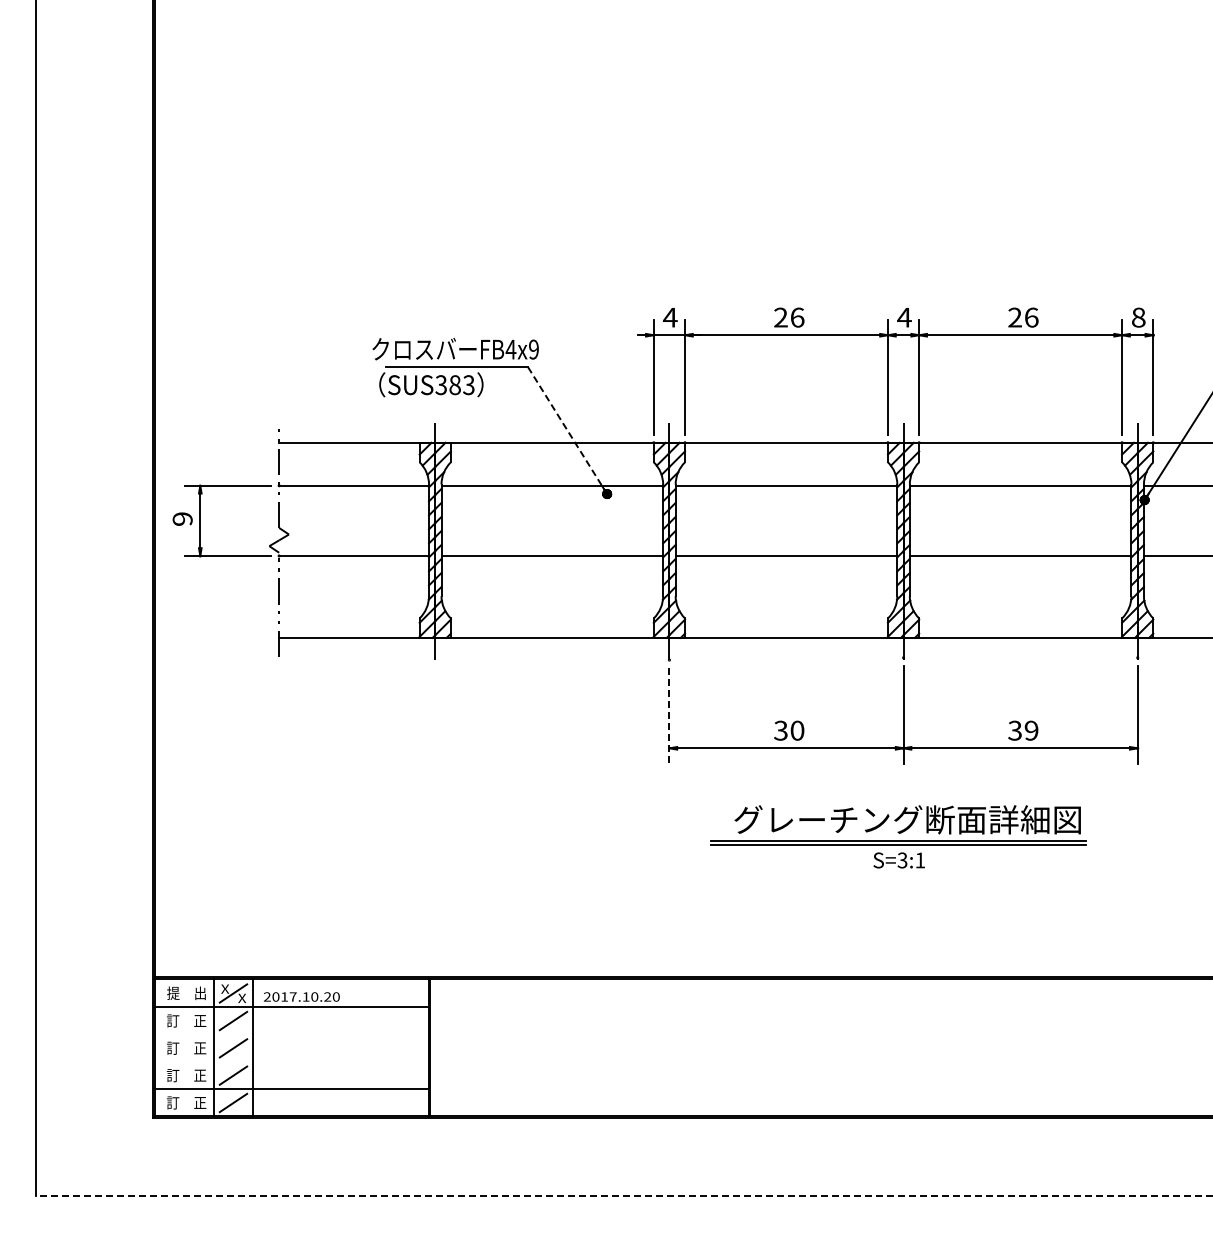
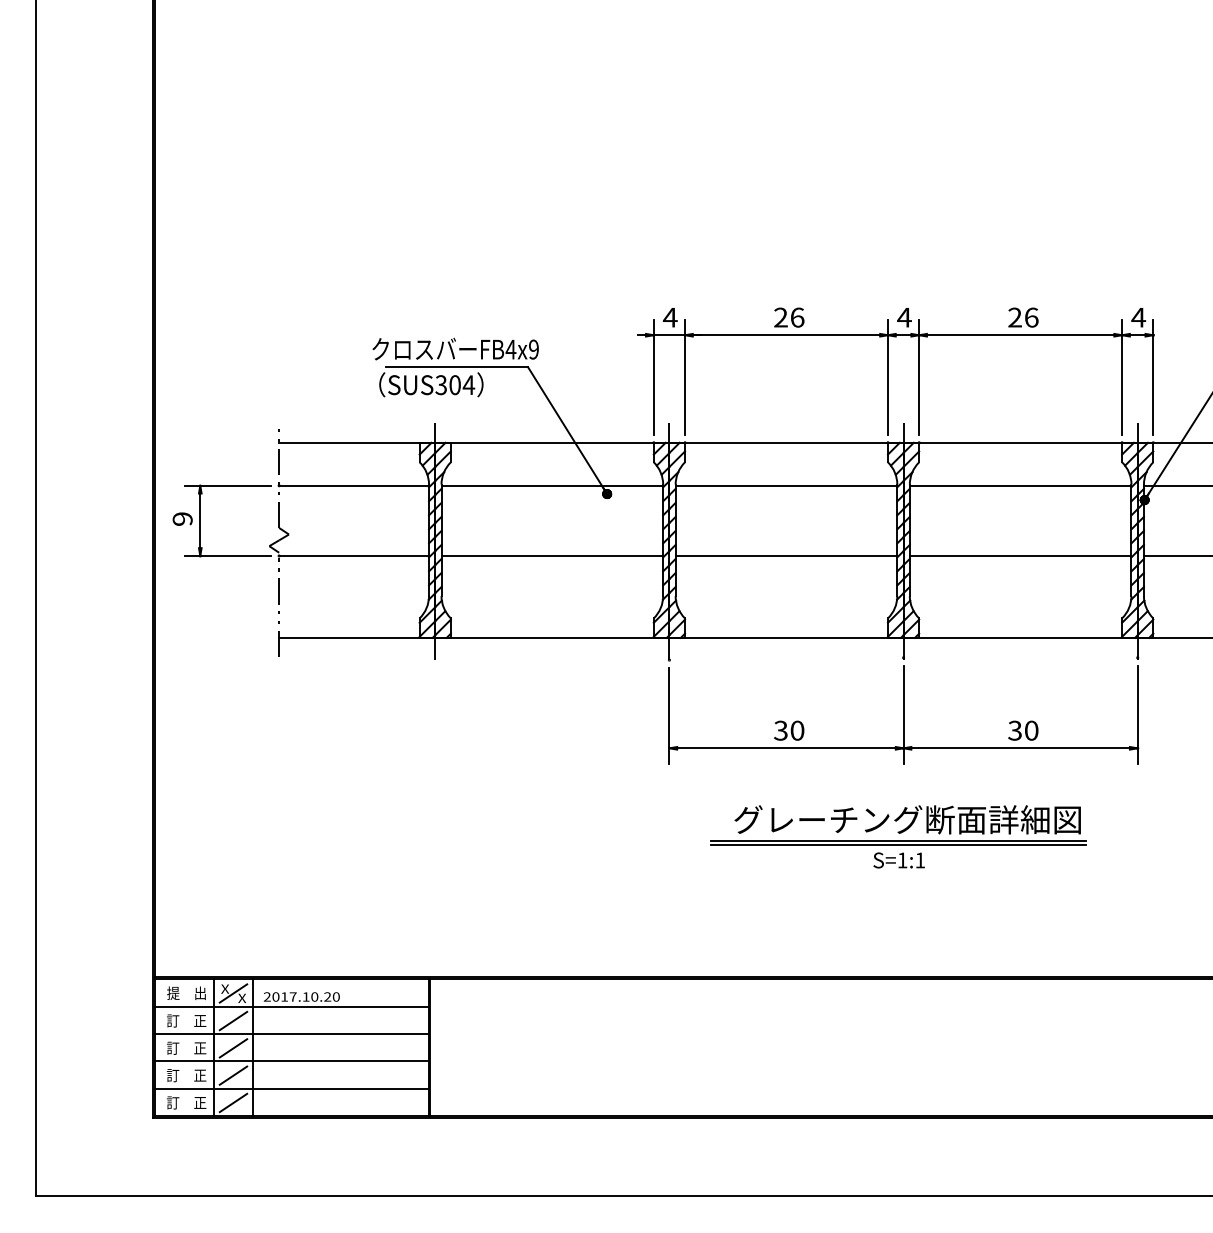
text at (1138, 317): 8 -> 4
text at (462, 385): SUS383 -> SUS304
line at (567, 429): dashed -> solid
line at (669, 715): dashed -> solid
text at (1031, 730): 39 -> 30
text at (902, 860): S=3:1 -> S=1:1
line at (291, 1034): none -> present
line at (291, 1061): none -> present
line at (624, 1196): dashed -> solid
